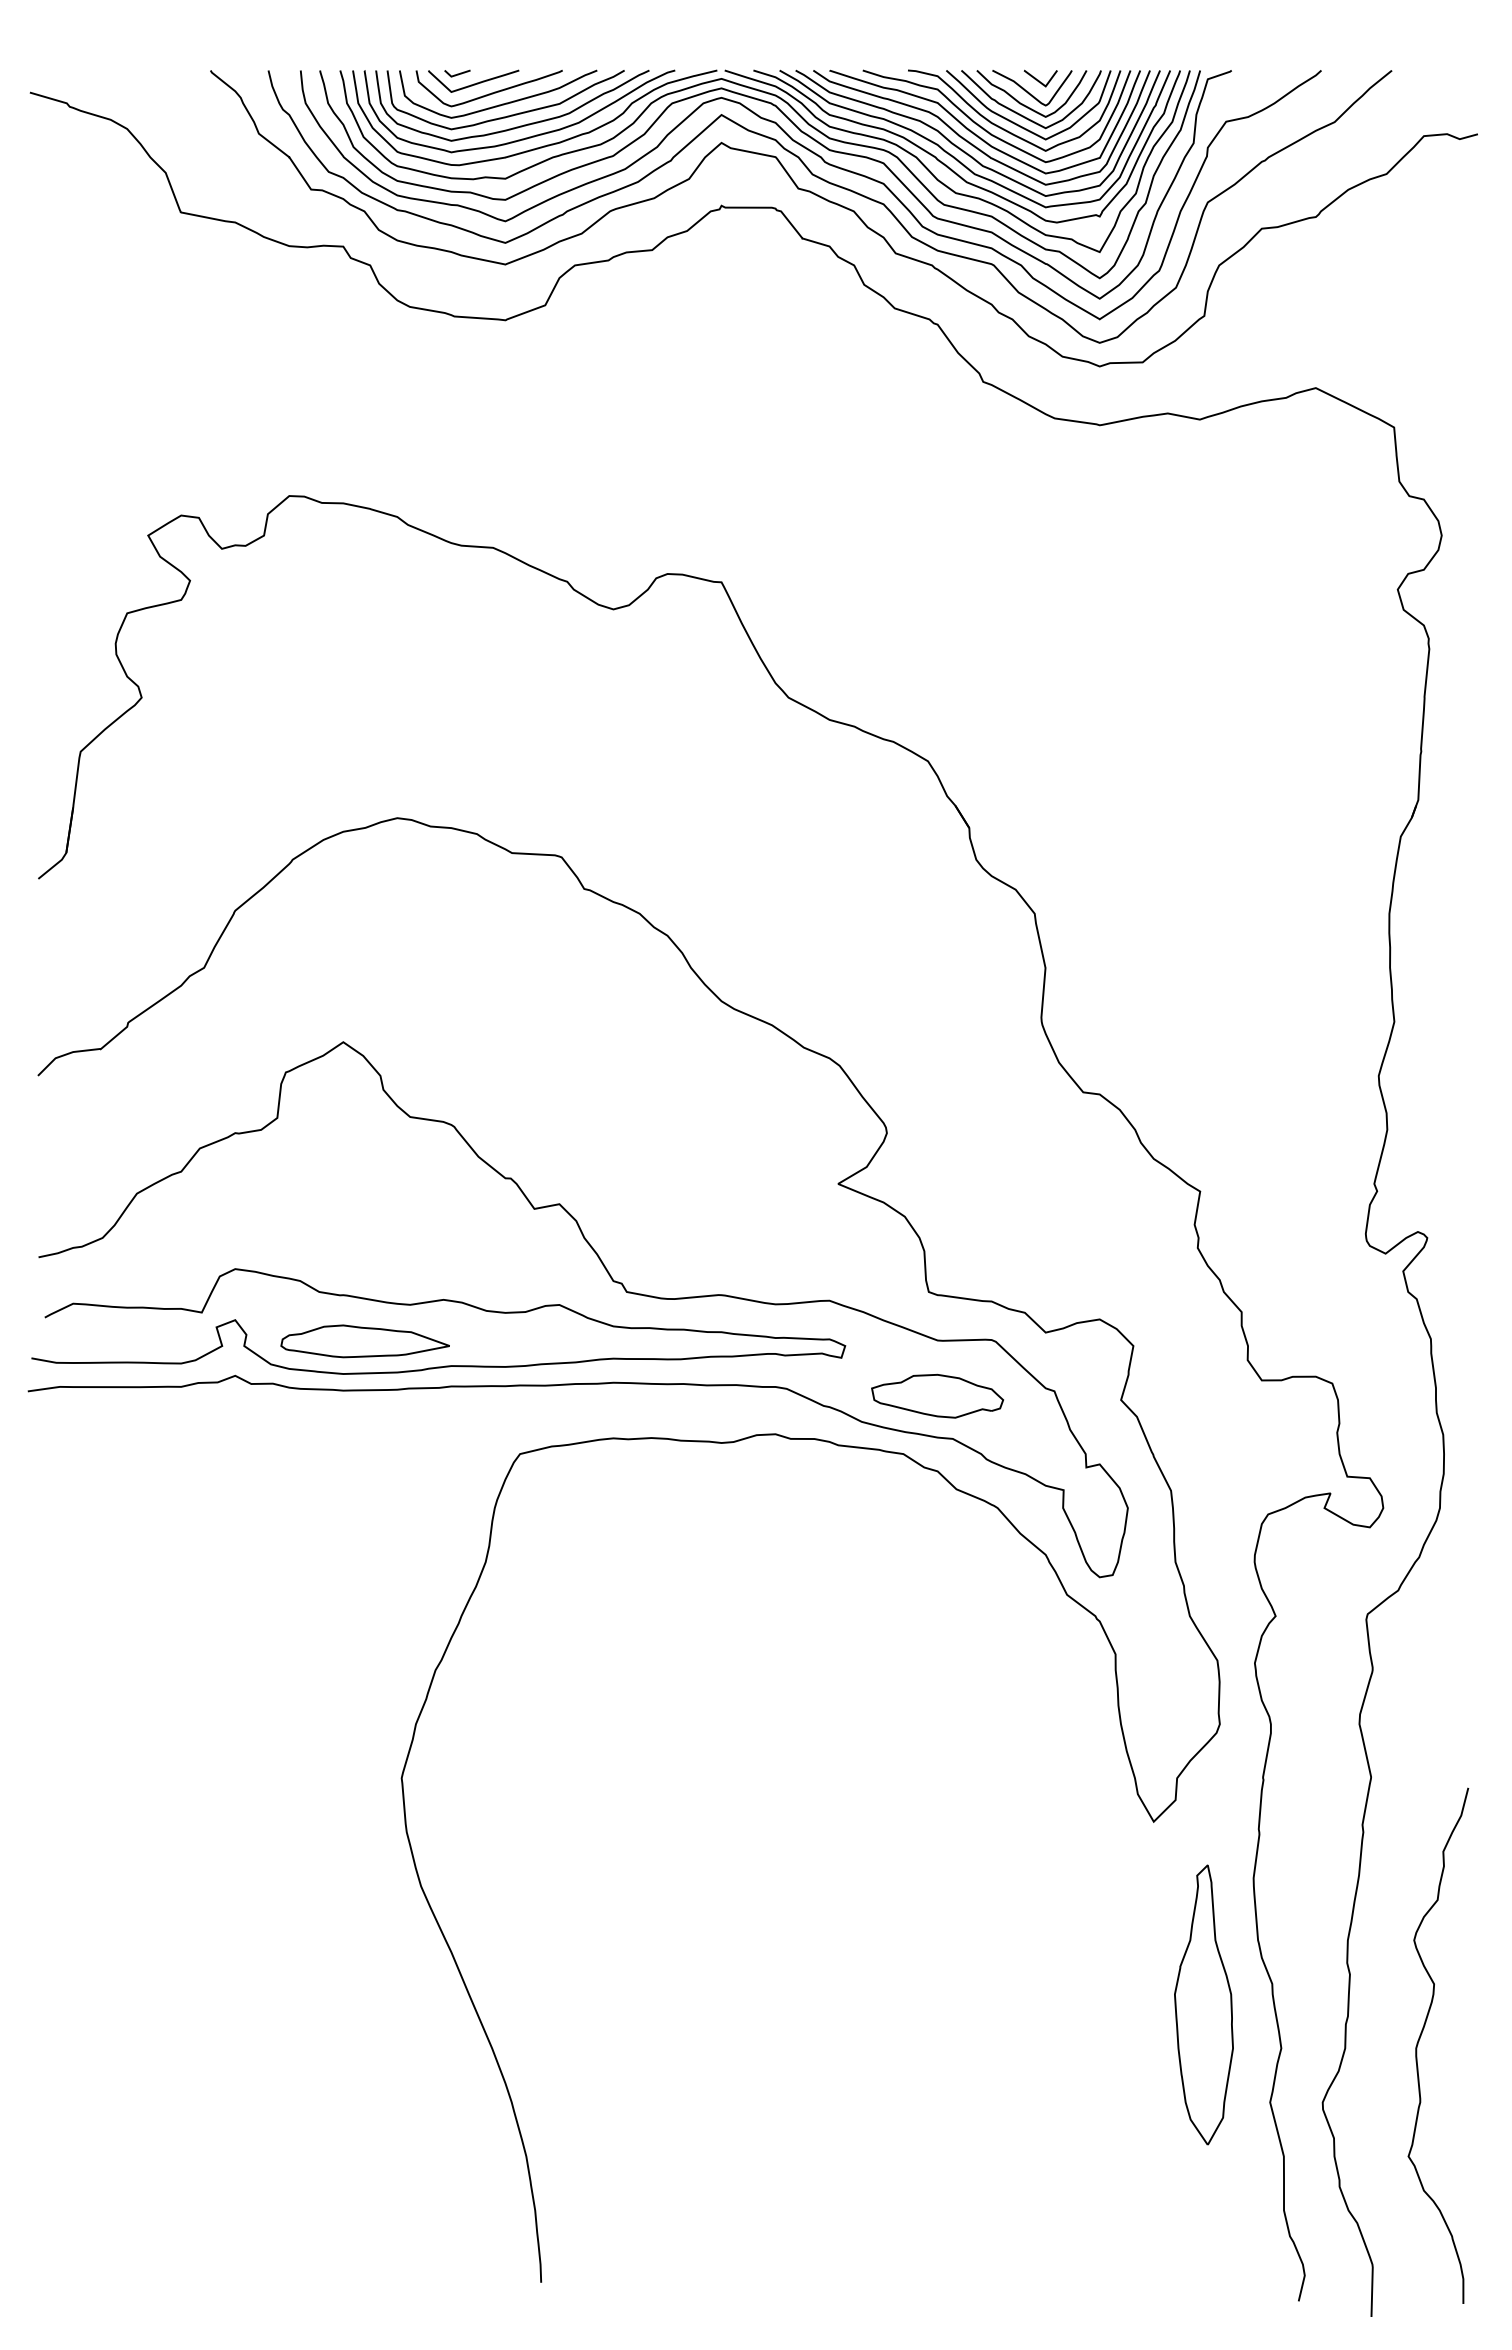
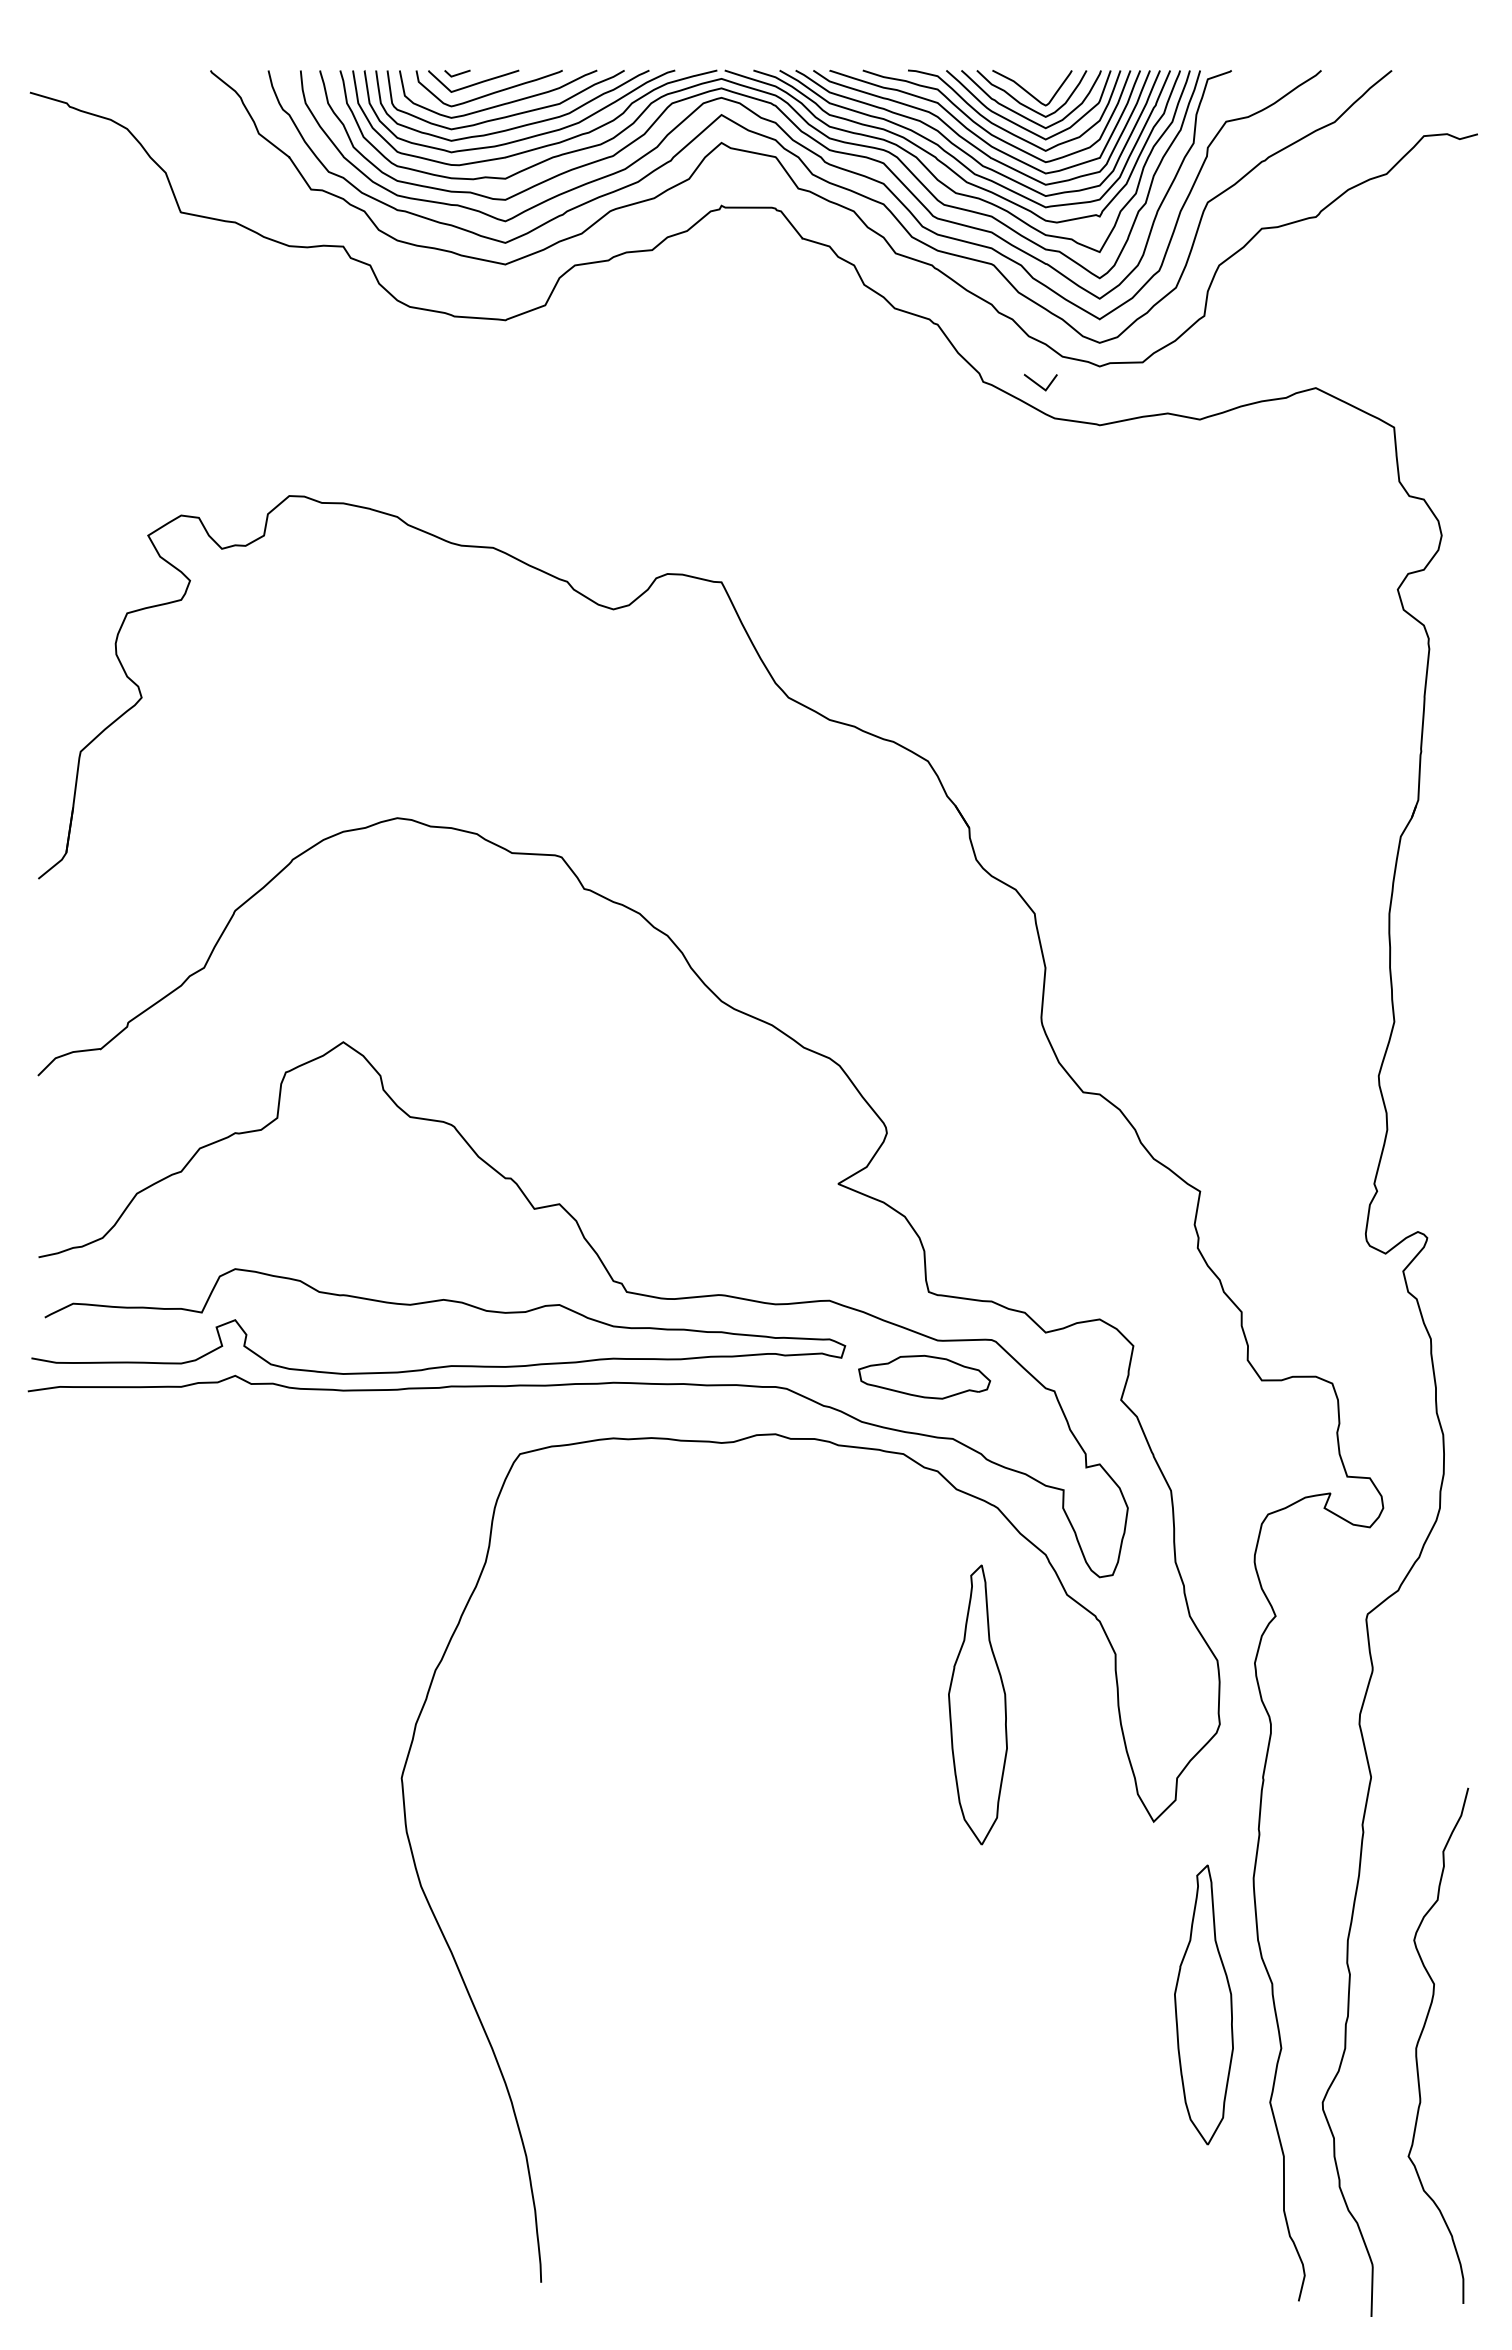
line at (1038, 79) position: (1038, 79) -> (1038, 383)
part at (364, 1341): present -> none
part at (937, 1395) position: (937, 1395) -> (924, 1376)
part at (977, 1704): none -> present
